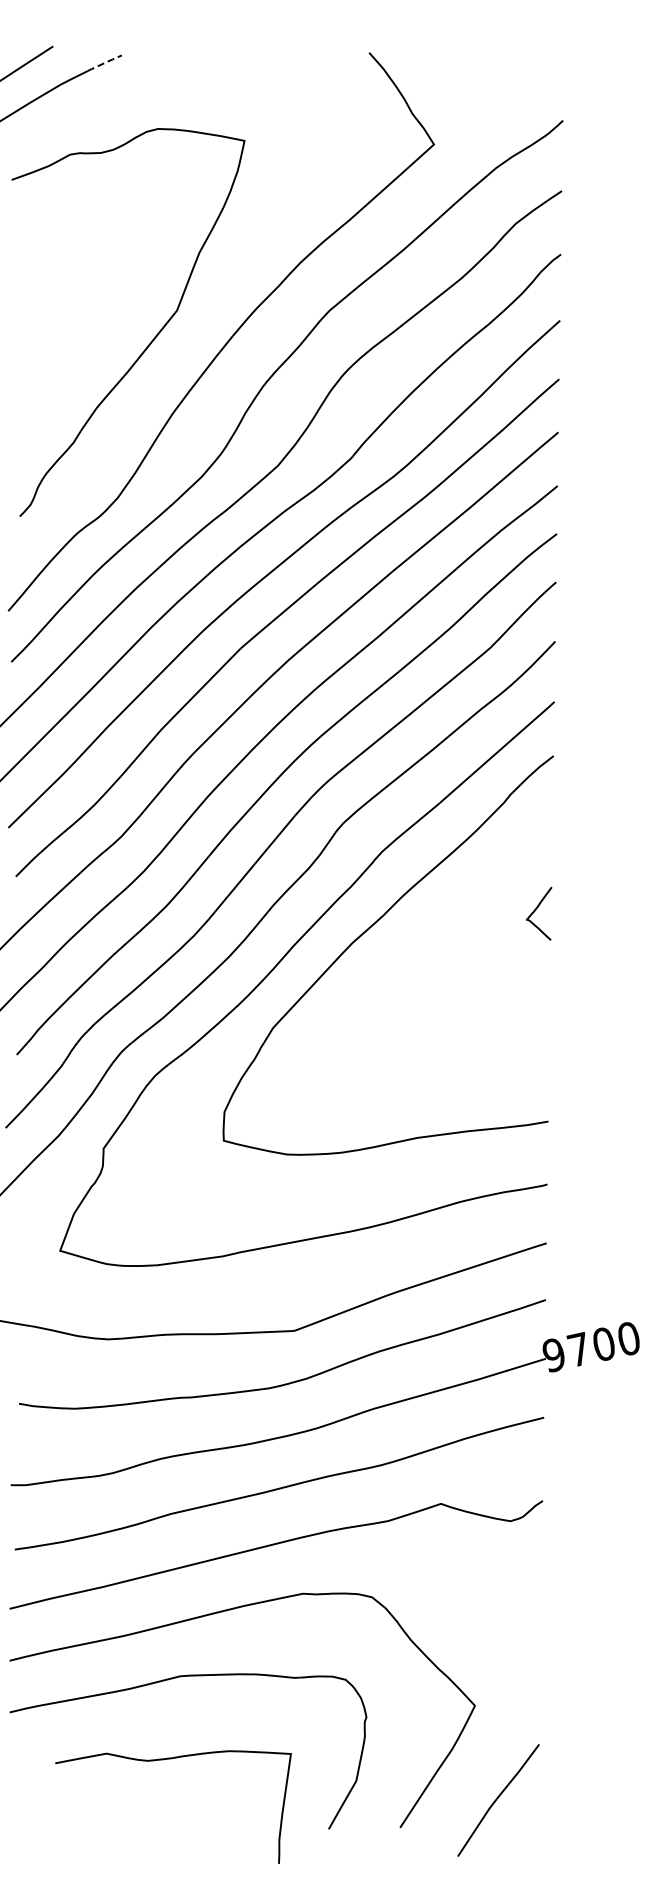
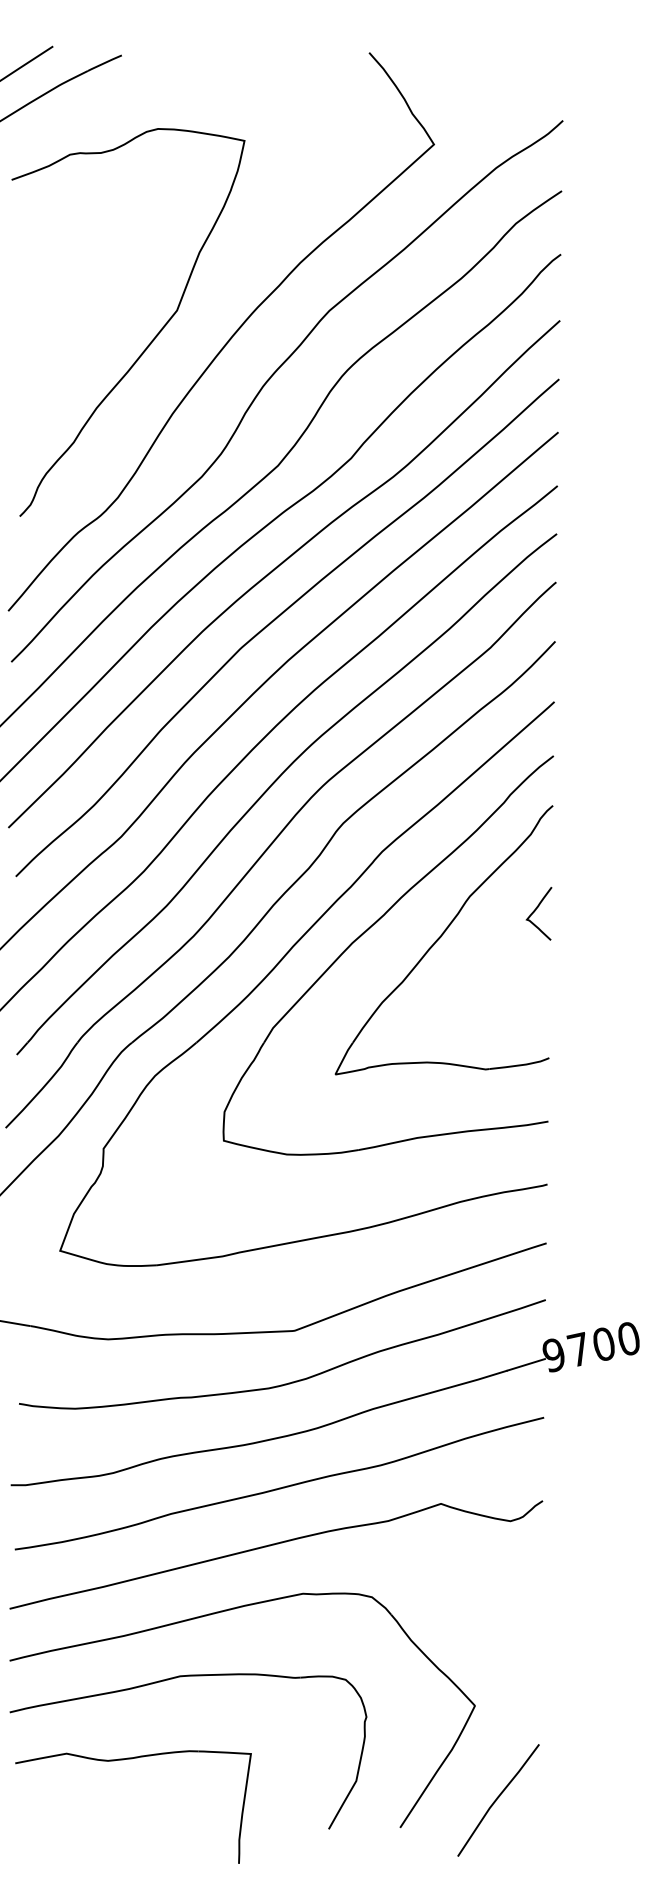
line at (104, 63): dashed -> solid
part at (443, 940): none -> present
part at (172, 1759) position: (172, 1759) -> (132, 1759)
